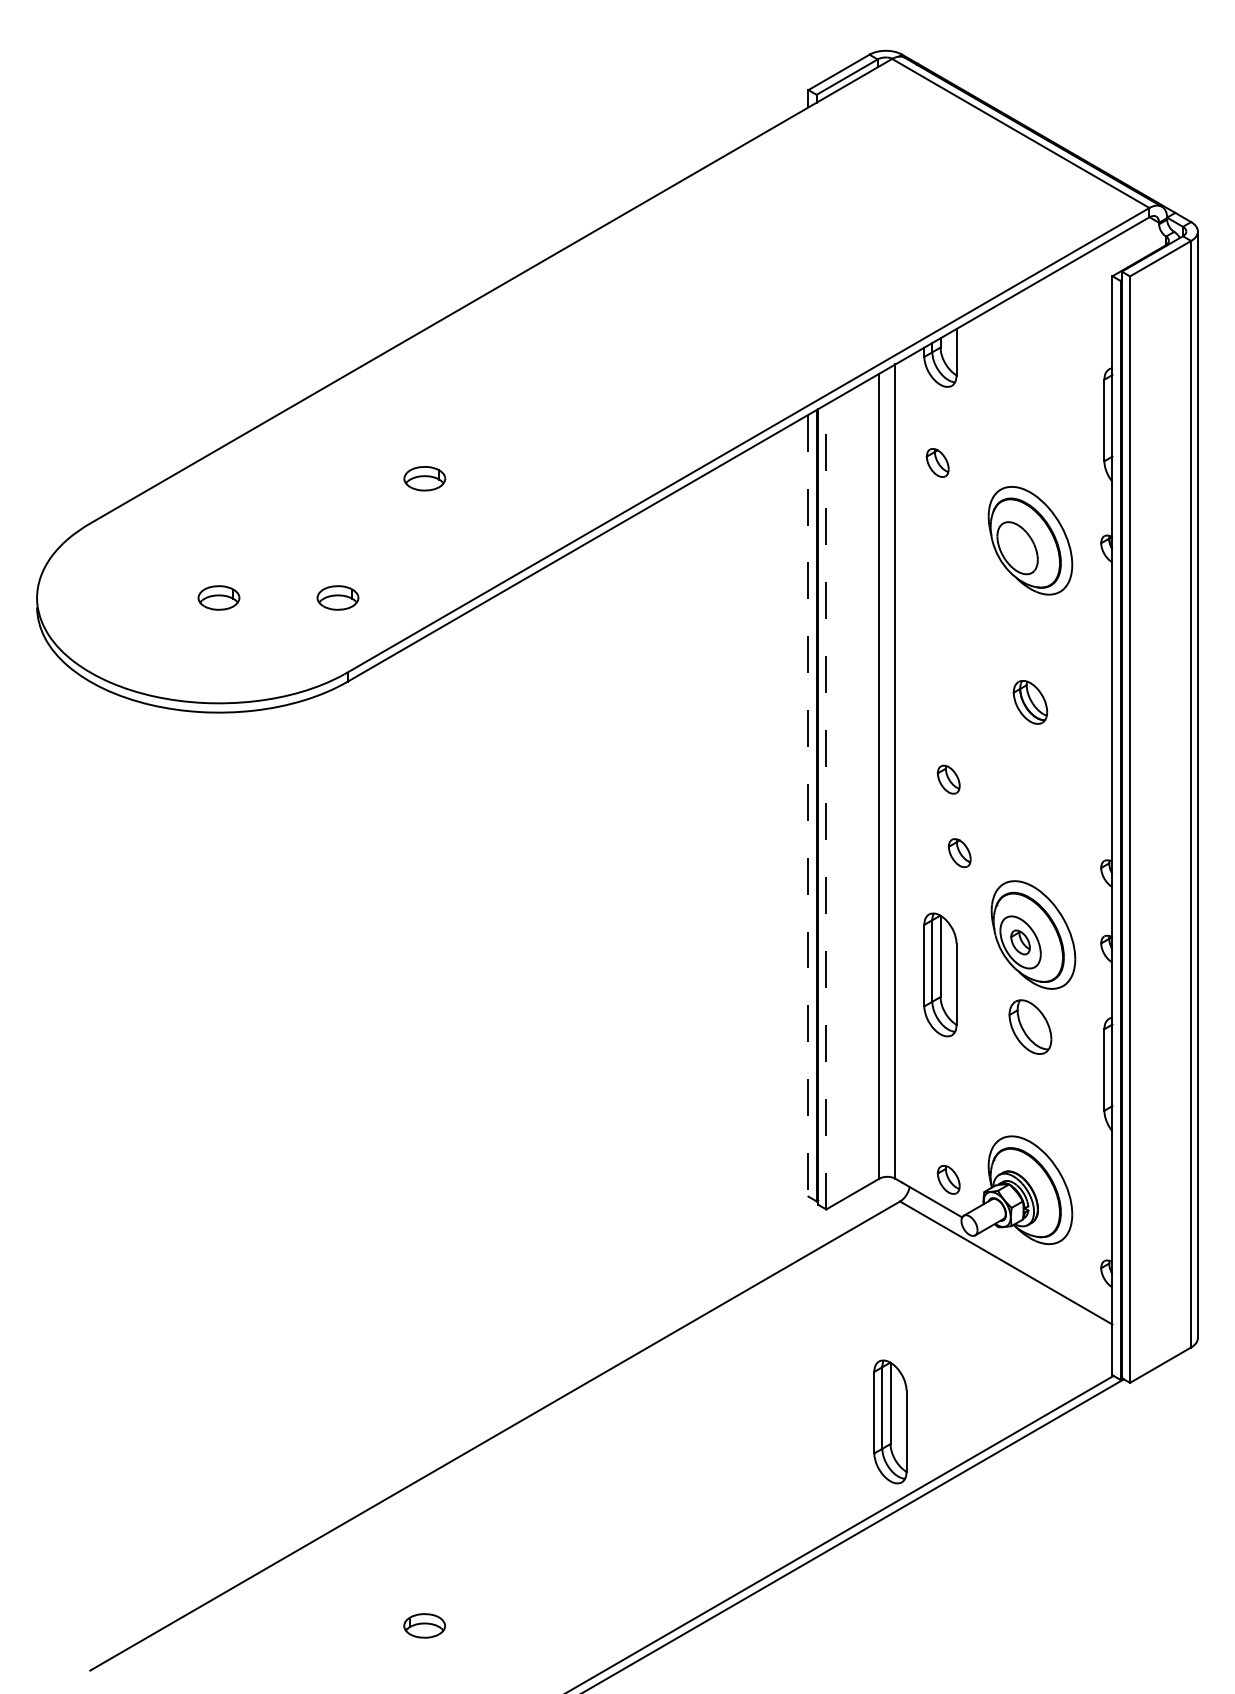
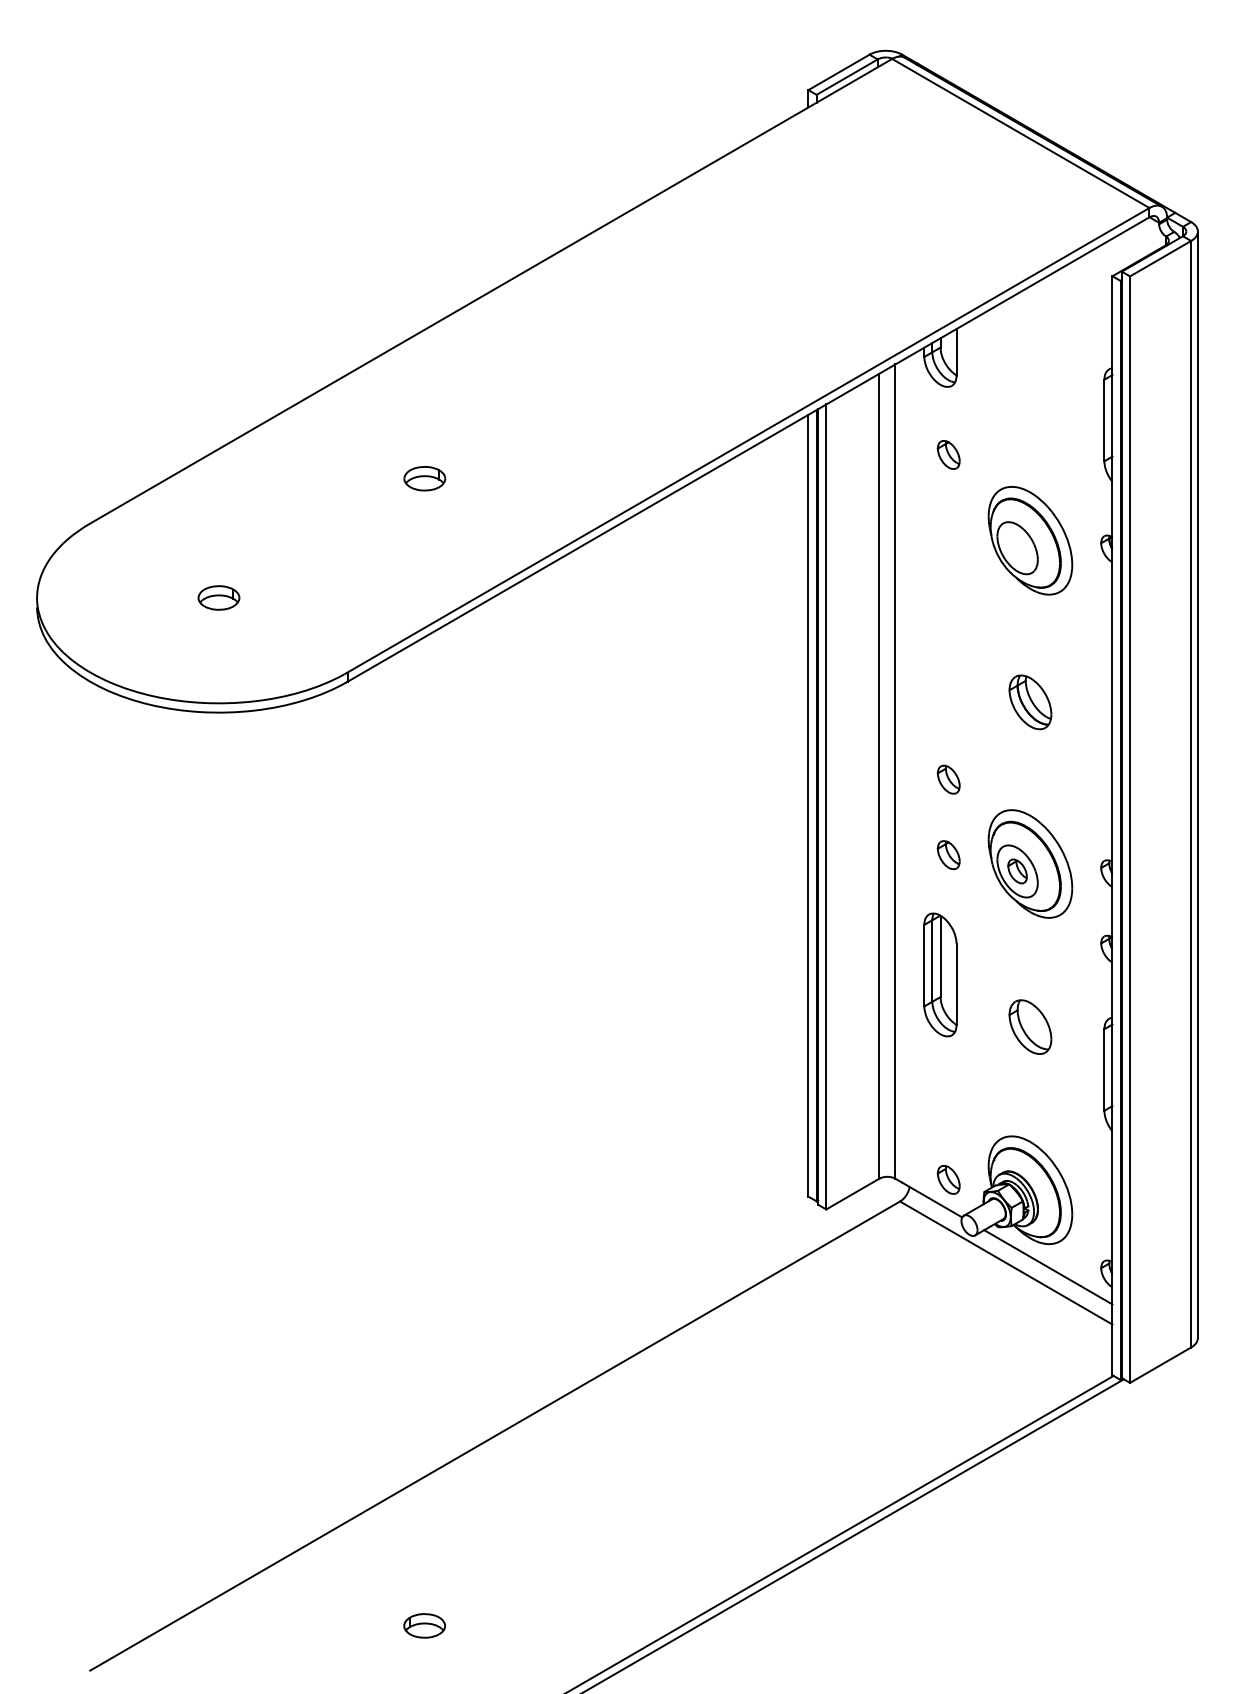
part at (937, 462) position: (937, 462) -> (948, 454)
part at (337, 597): present -> none
part at (1030, 702) size: 37x45 px -> 45x57 px
line at (808, 805): dashed -> solid
line at (826, 806): dashed -> solid
part at (959, 852) position: (959, 852) -> (948, 854)
part at (1033, 934) position: (1033, 934) -> (1030, 863)
line at (1048, 1267): none -> present
part at (890, 1421): present -> none
